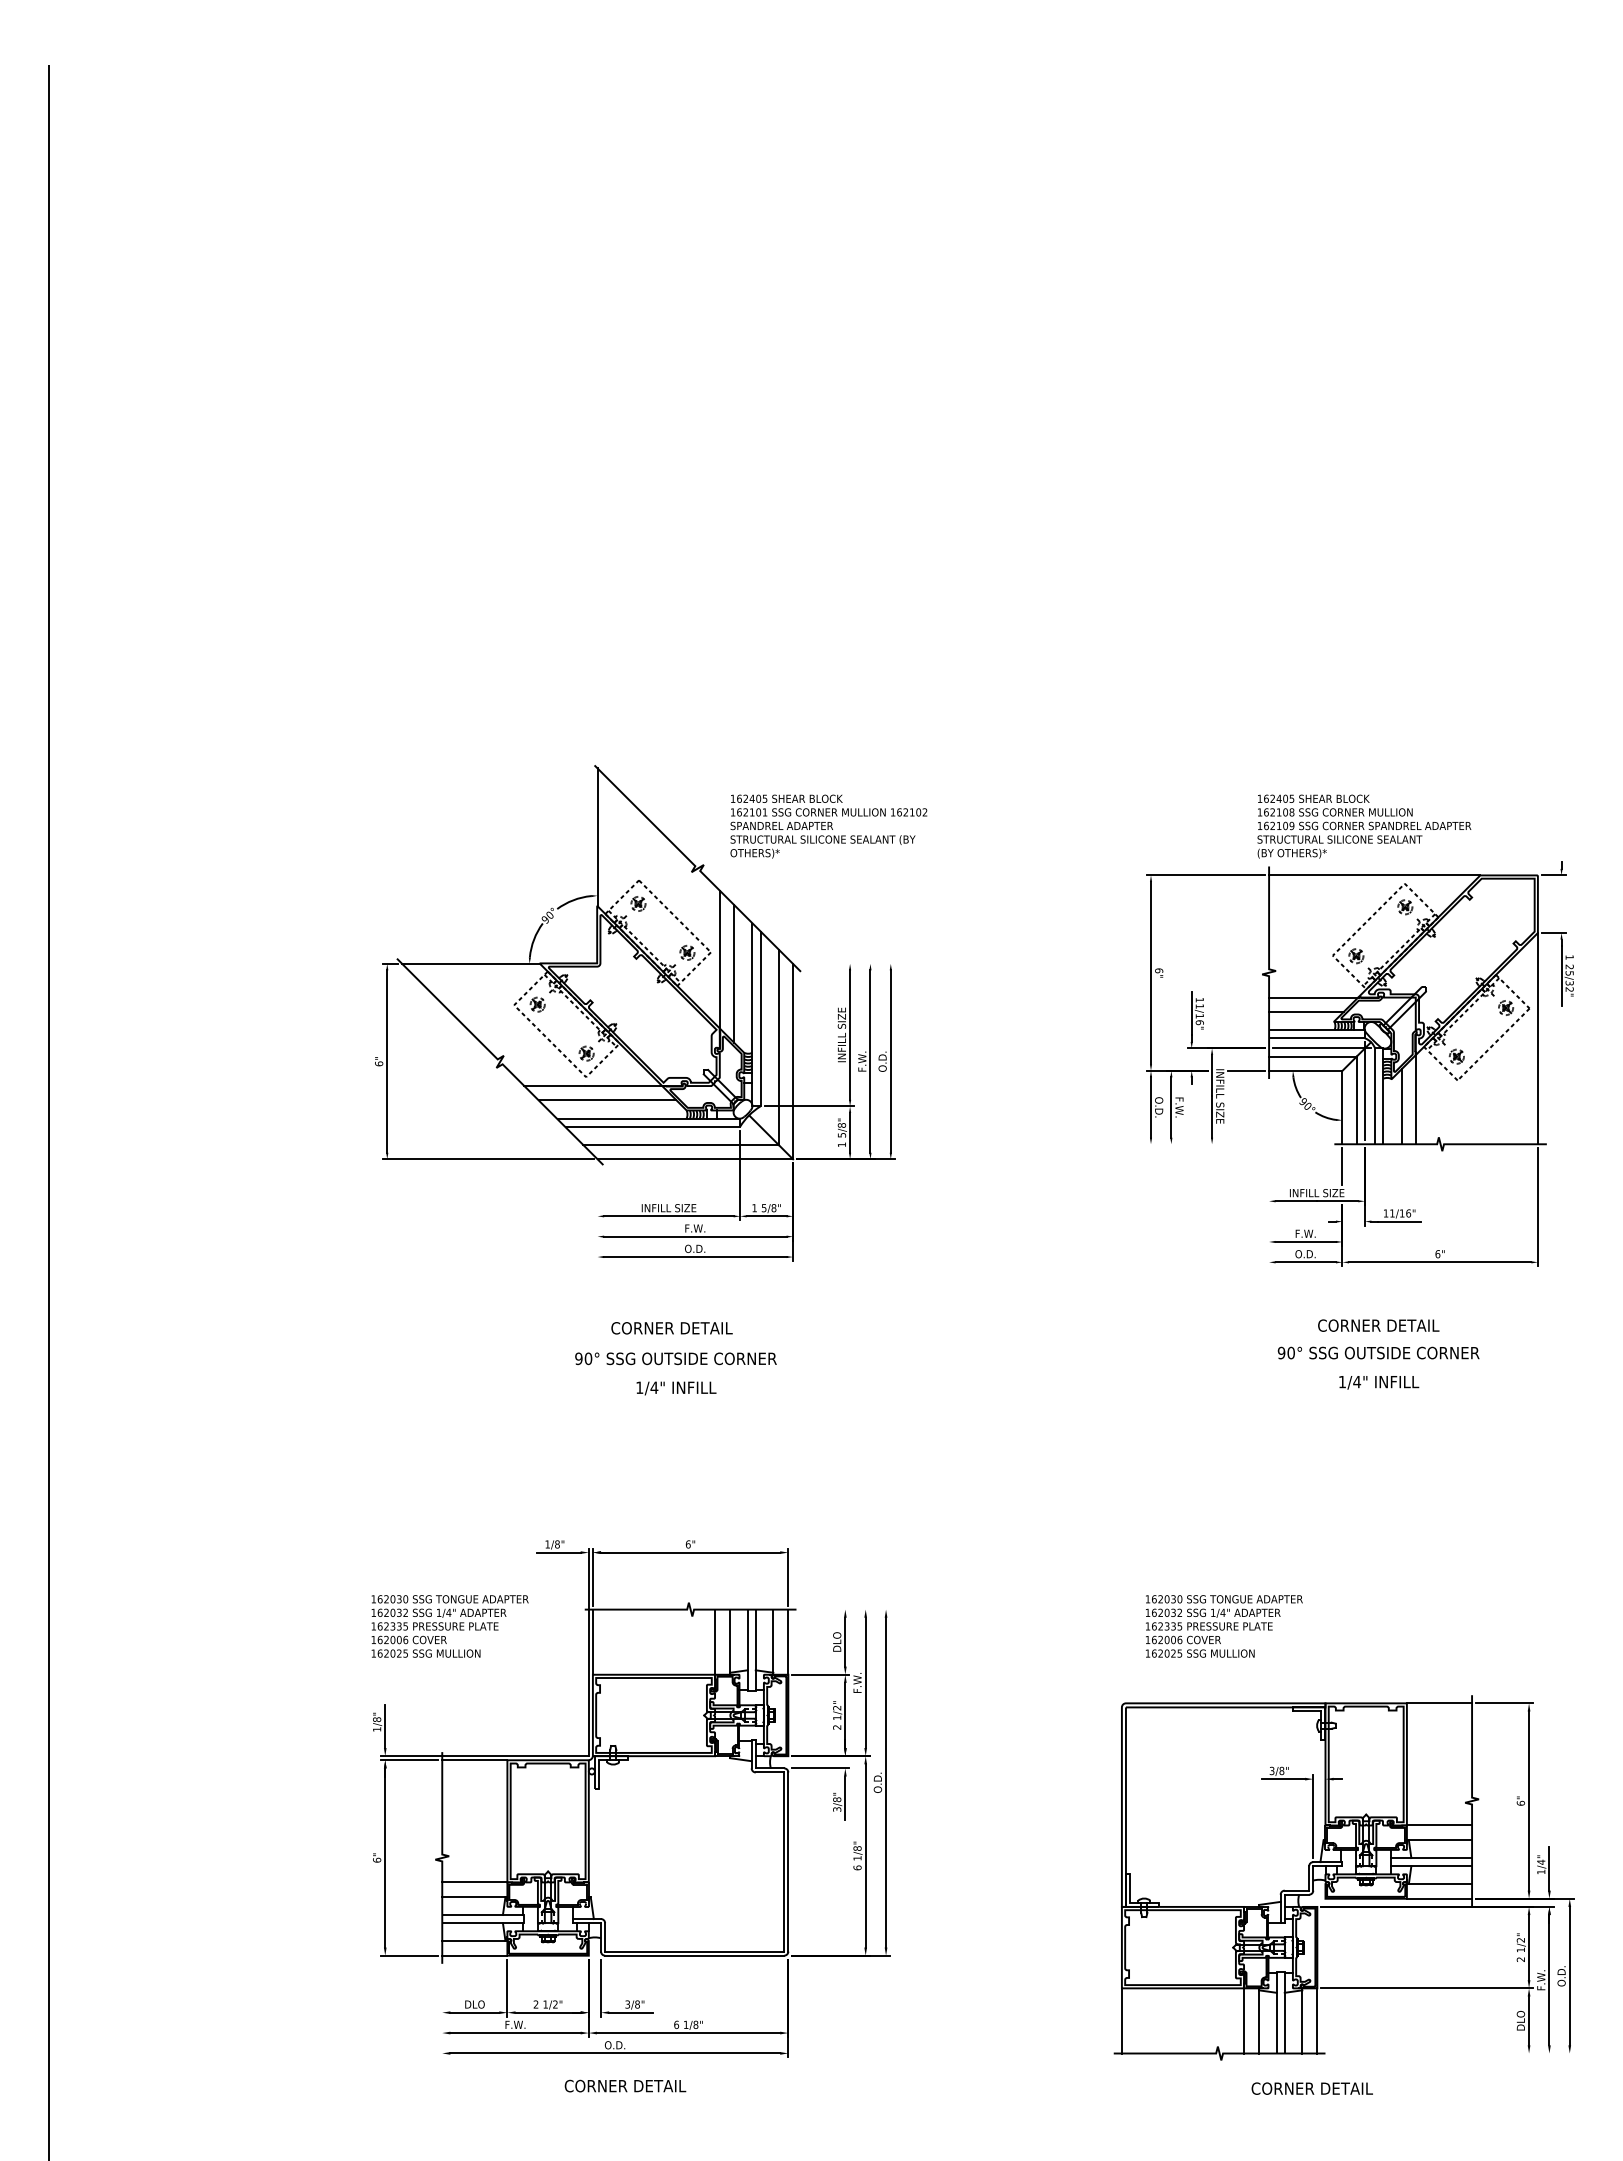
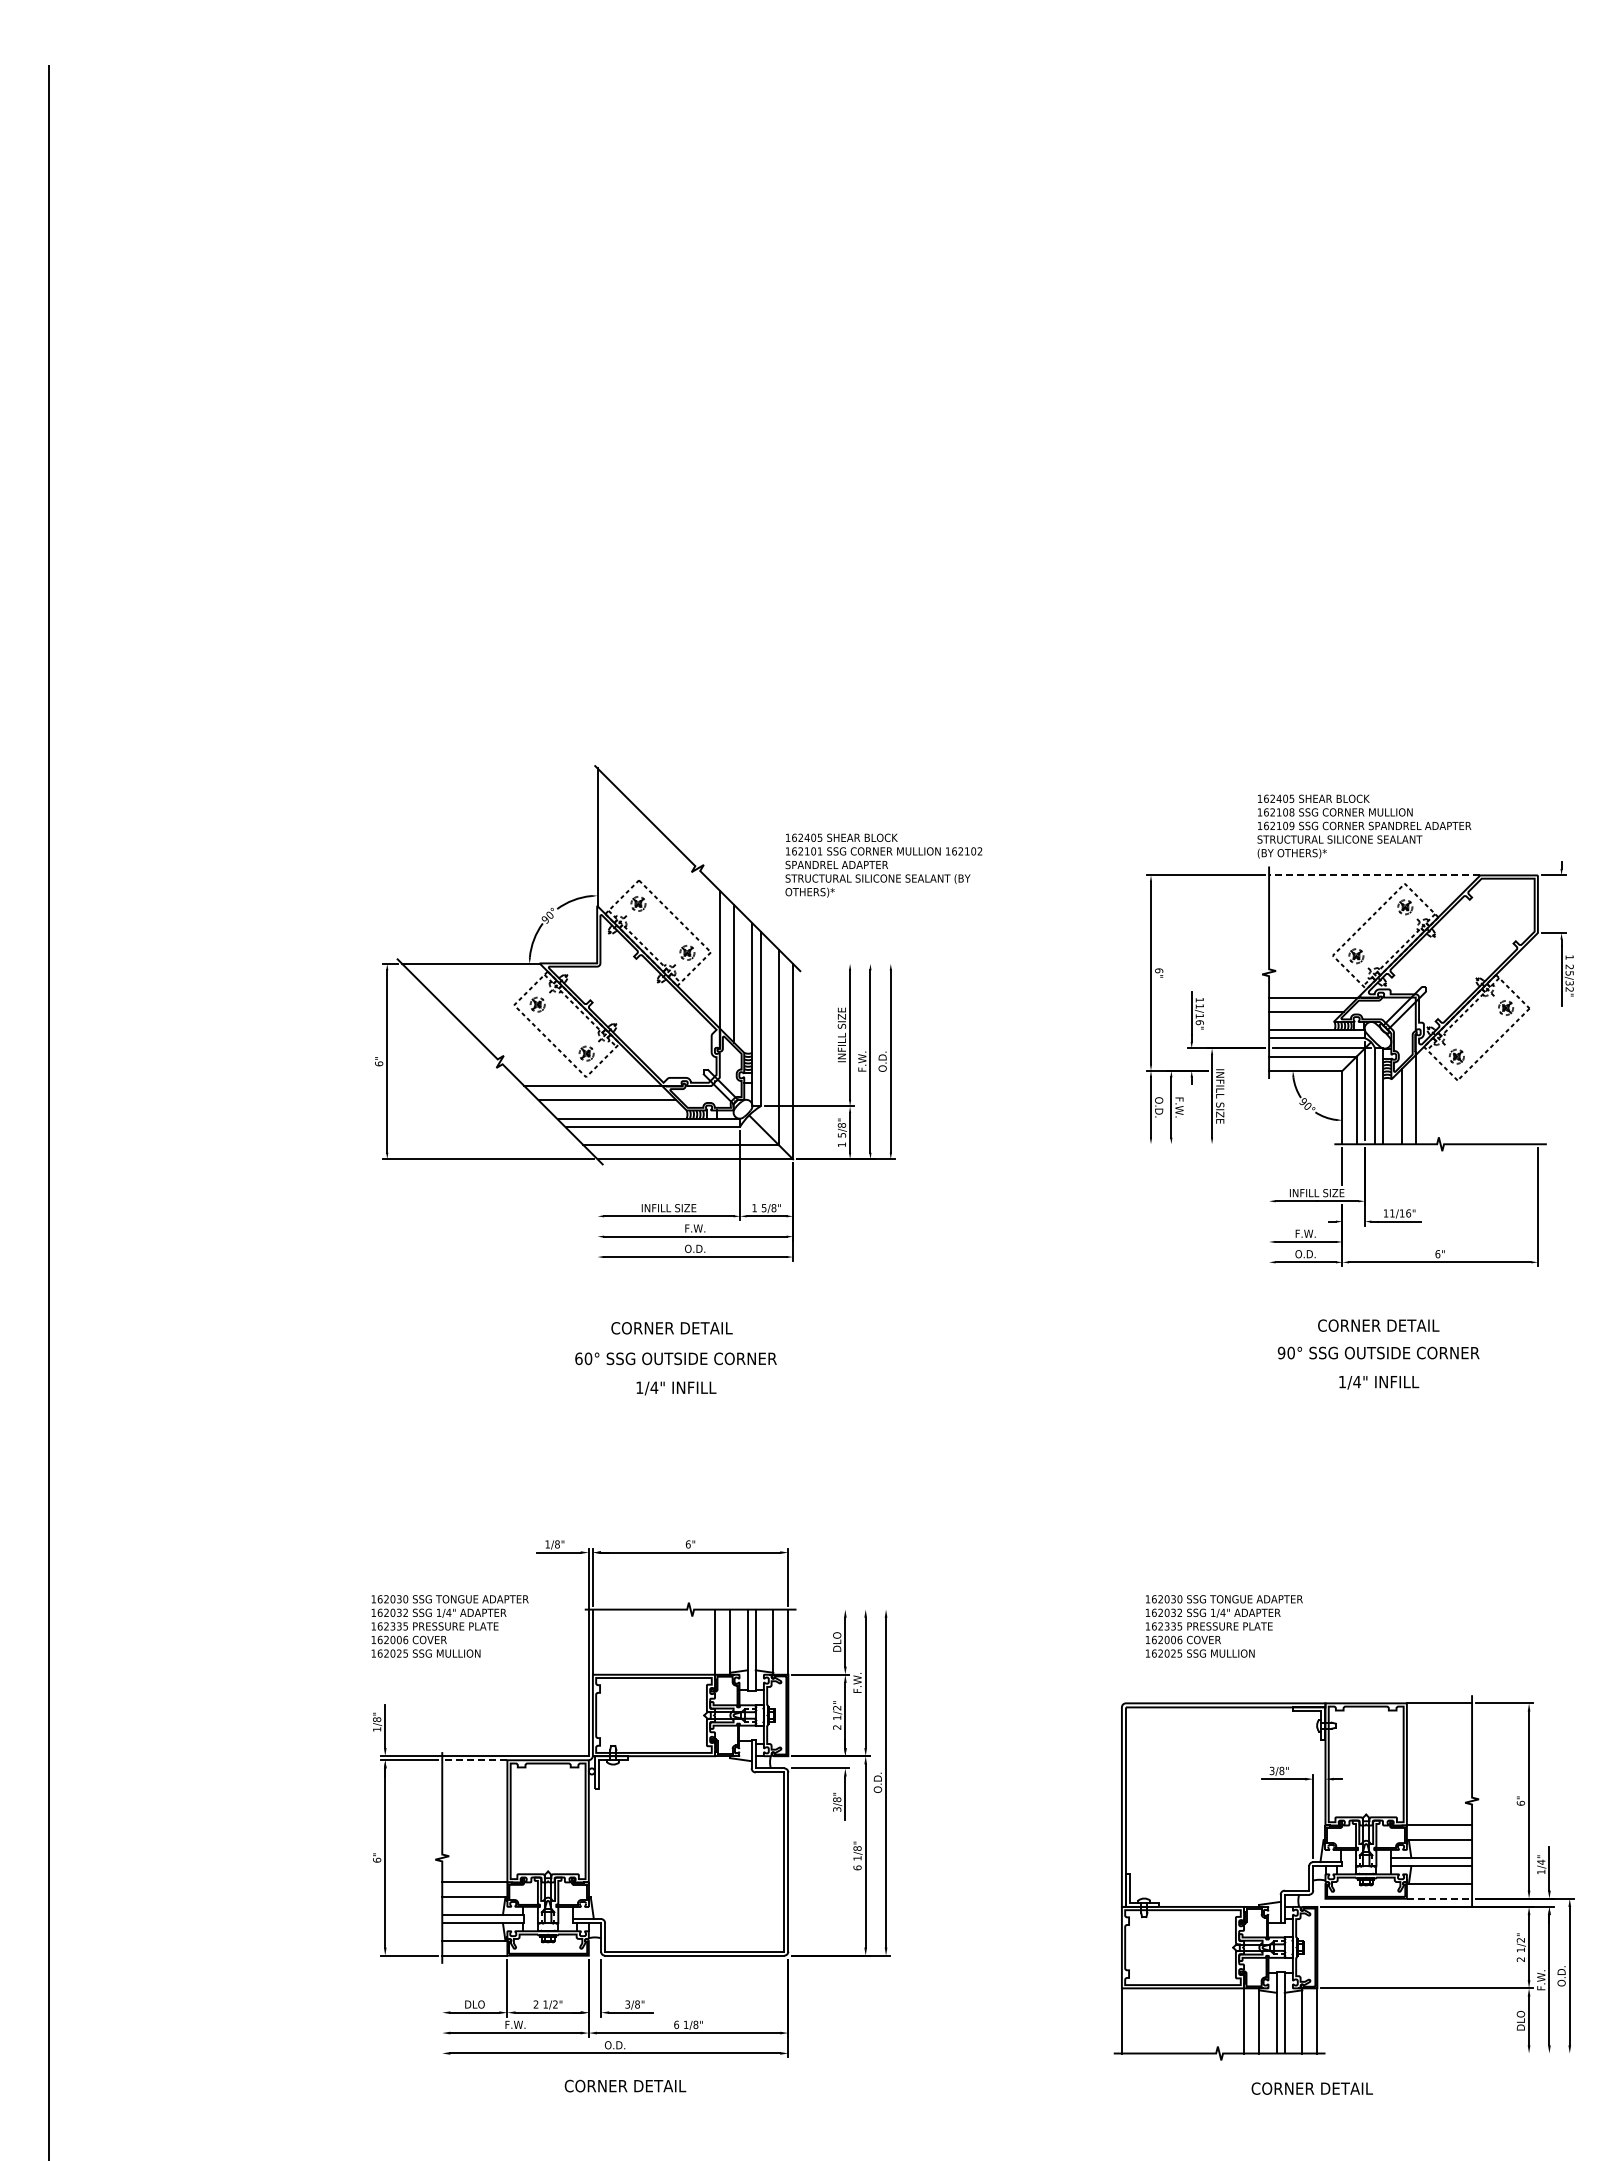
text at (828, 826) position: (828, 826) -> (883, 865)
line at (1374, 875): solid -> dashed
line at (1537, 1038): present -> none
line at (1246, 1070): present -> none
text at (578, 1358): 90° -> 60°
line at (474, 1760): solid -> dashed
line at (1439, 1898): solid -> dashed
